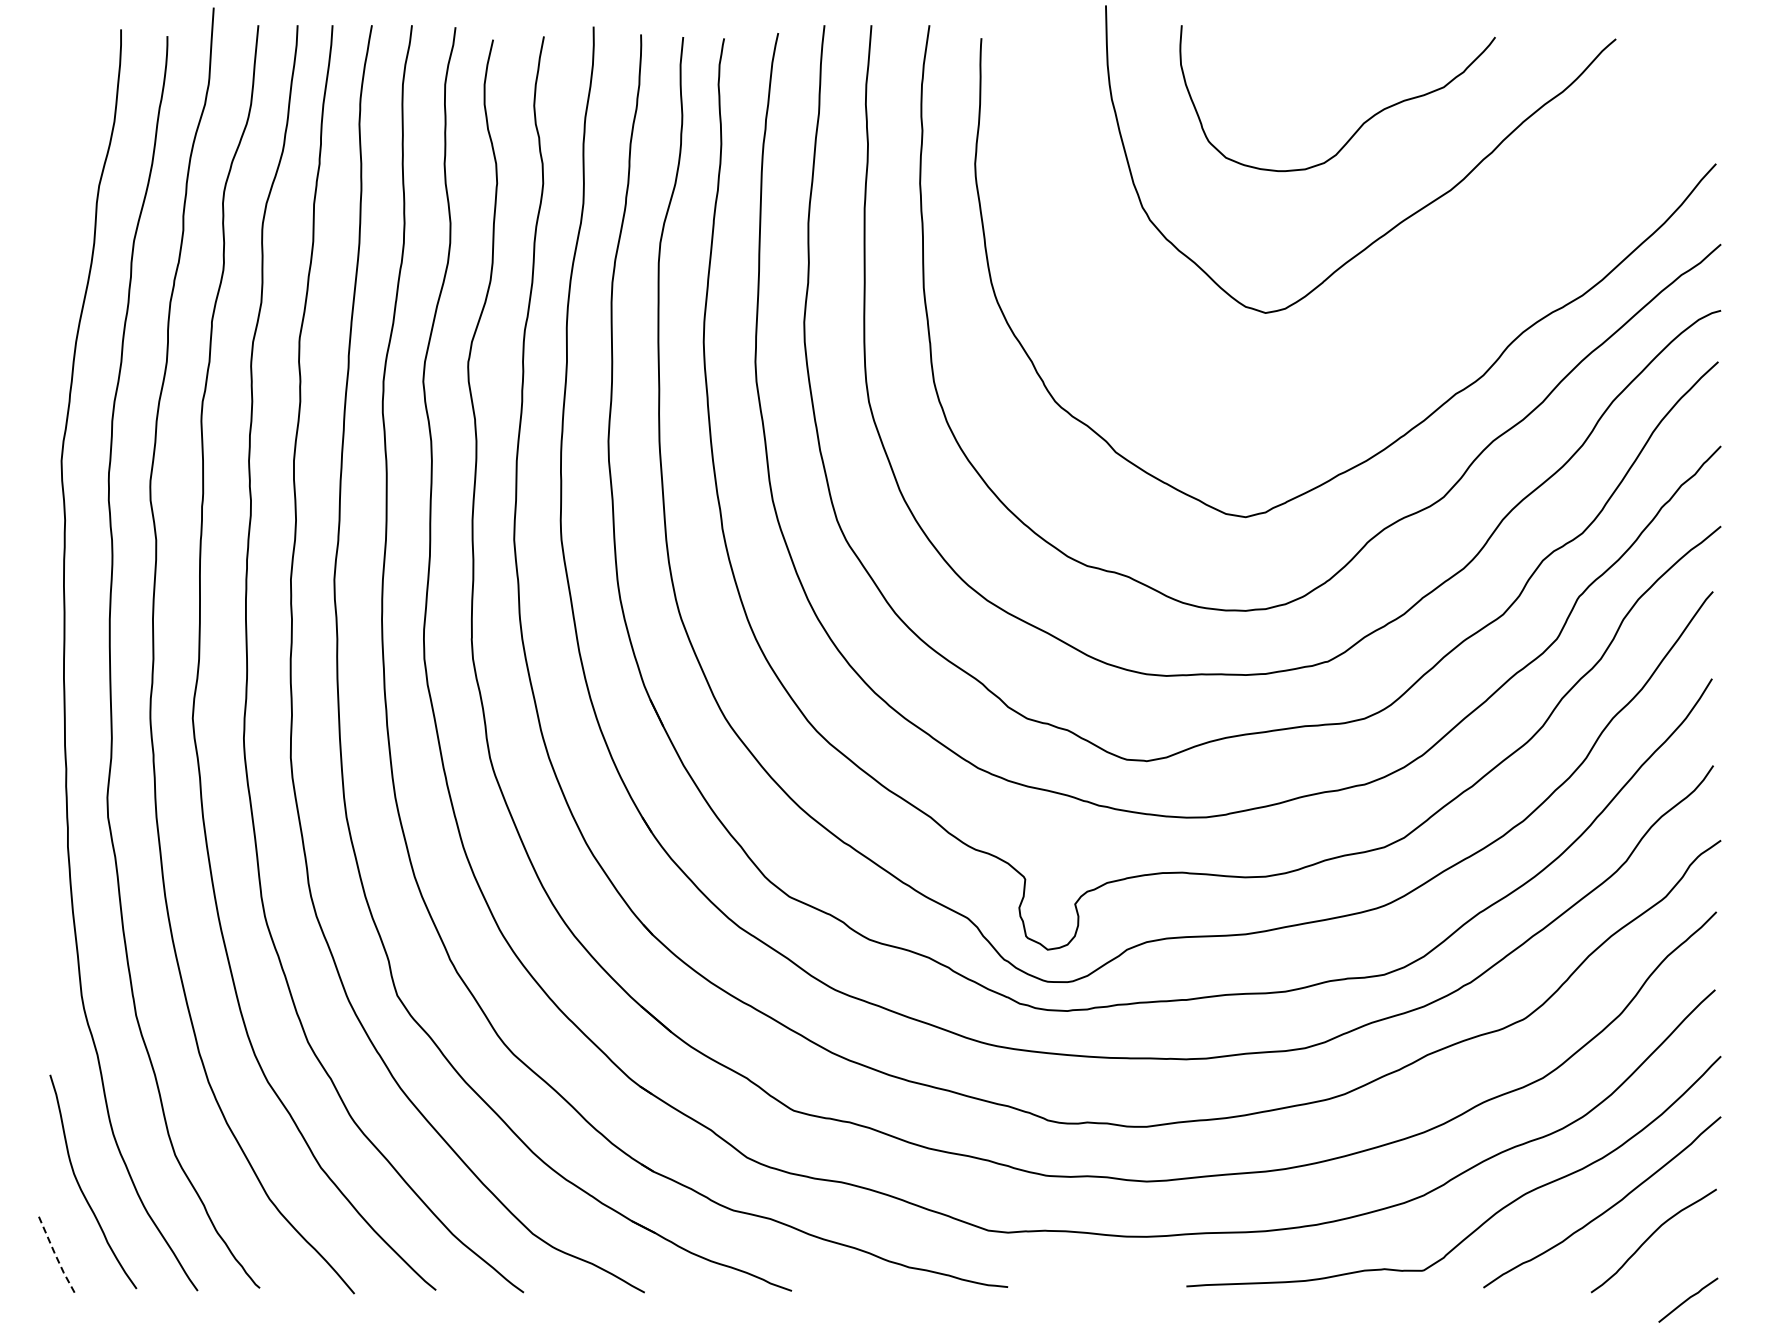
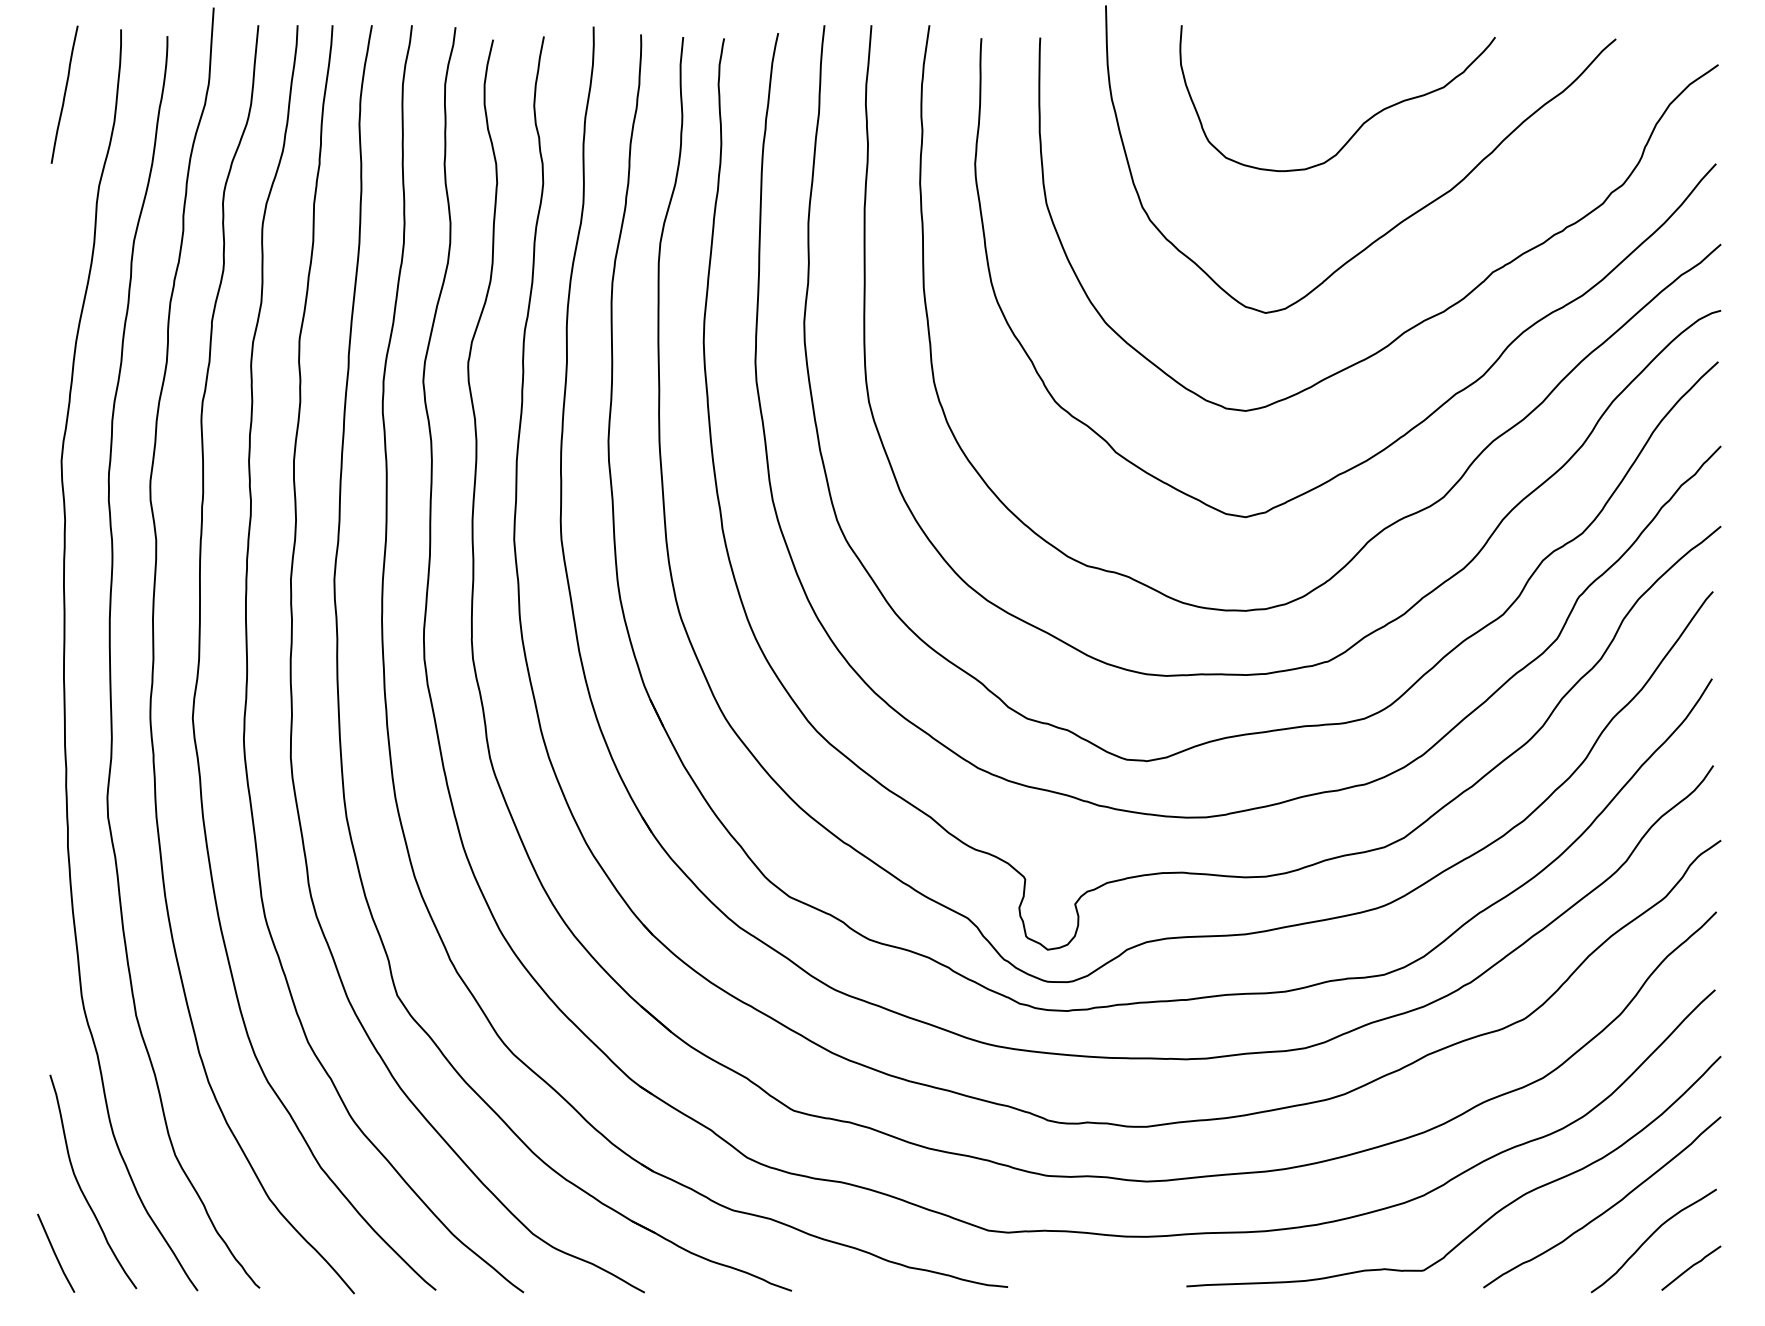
line at (64, 94): none -> present
curve at (1426, 318): none -> present
line at (55, 1253): dashed -> solid
curve at (1688, 1299) position: (1688, 1299) -> (1691, 1267)
